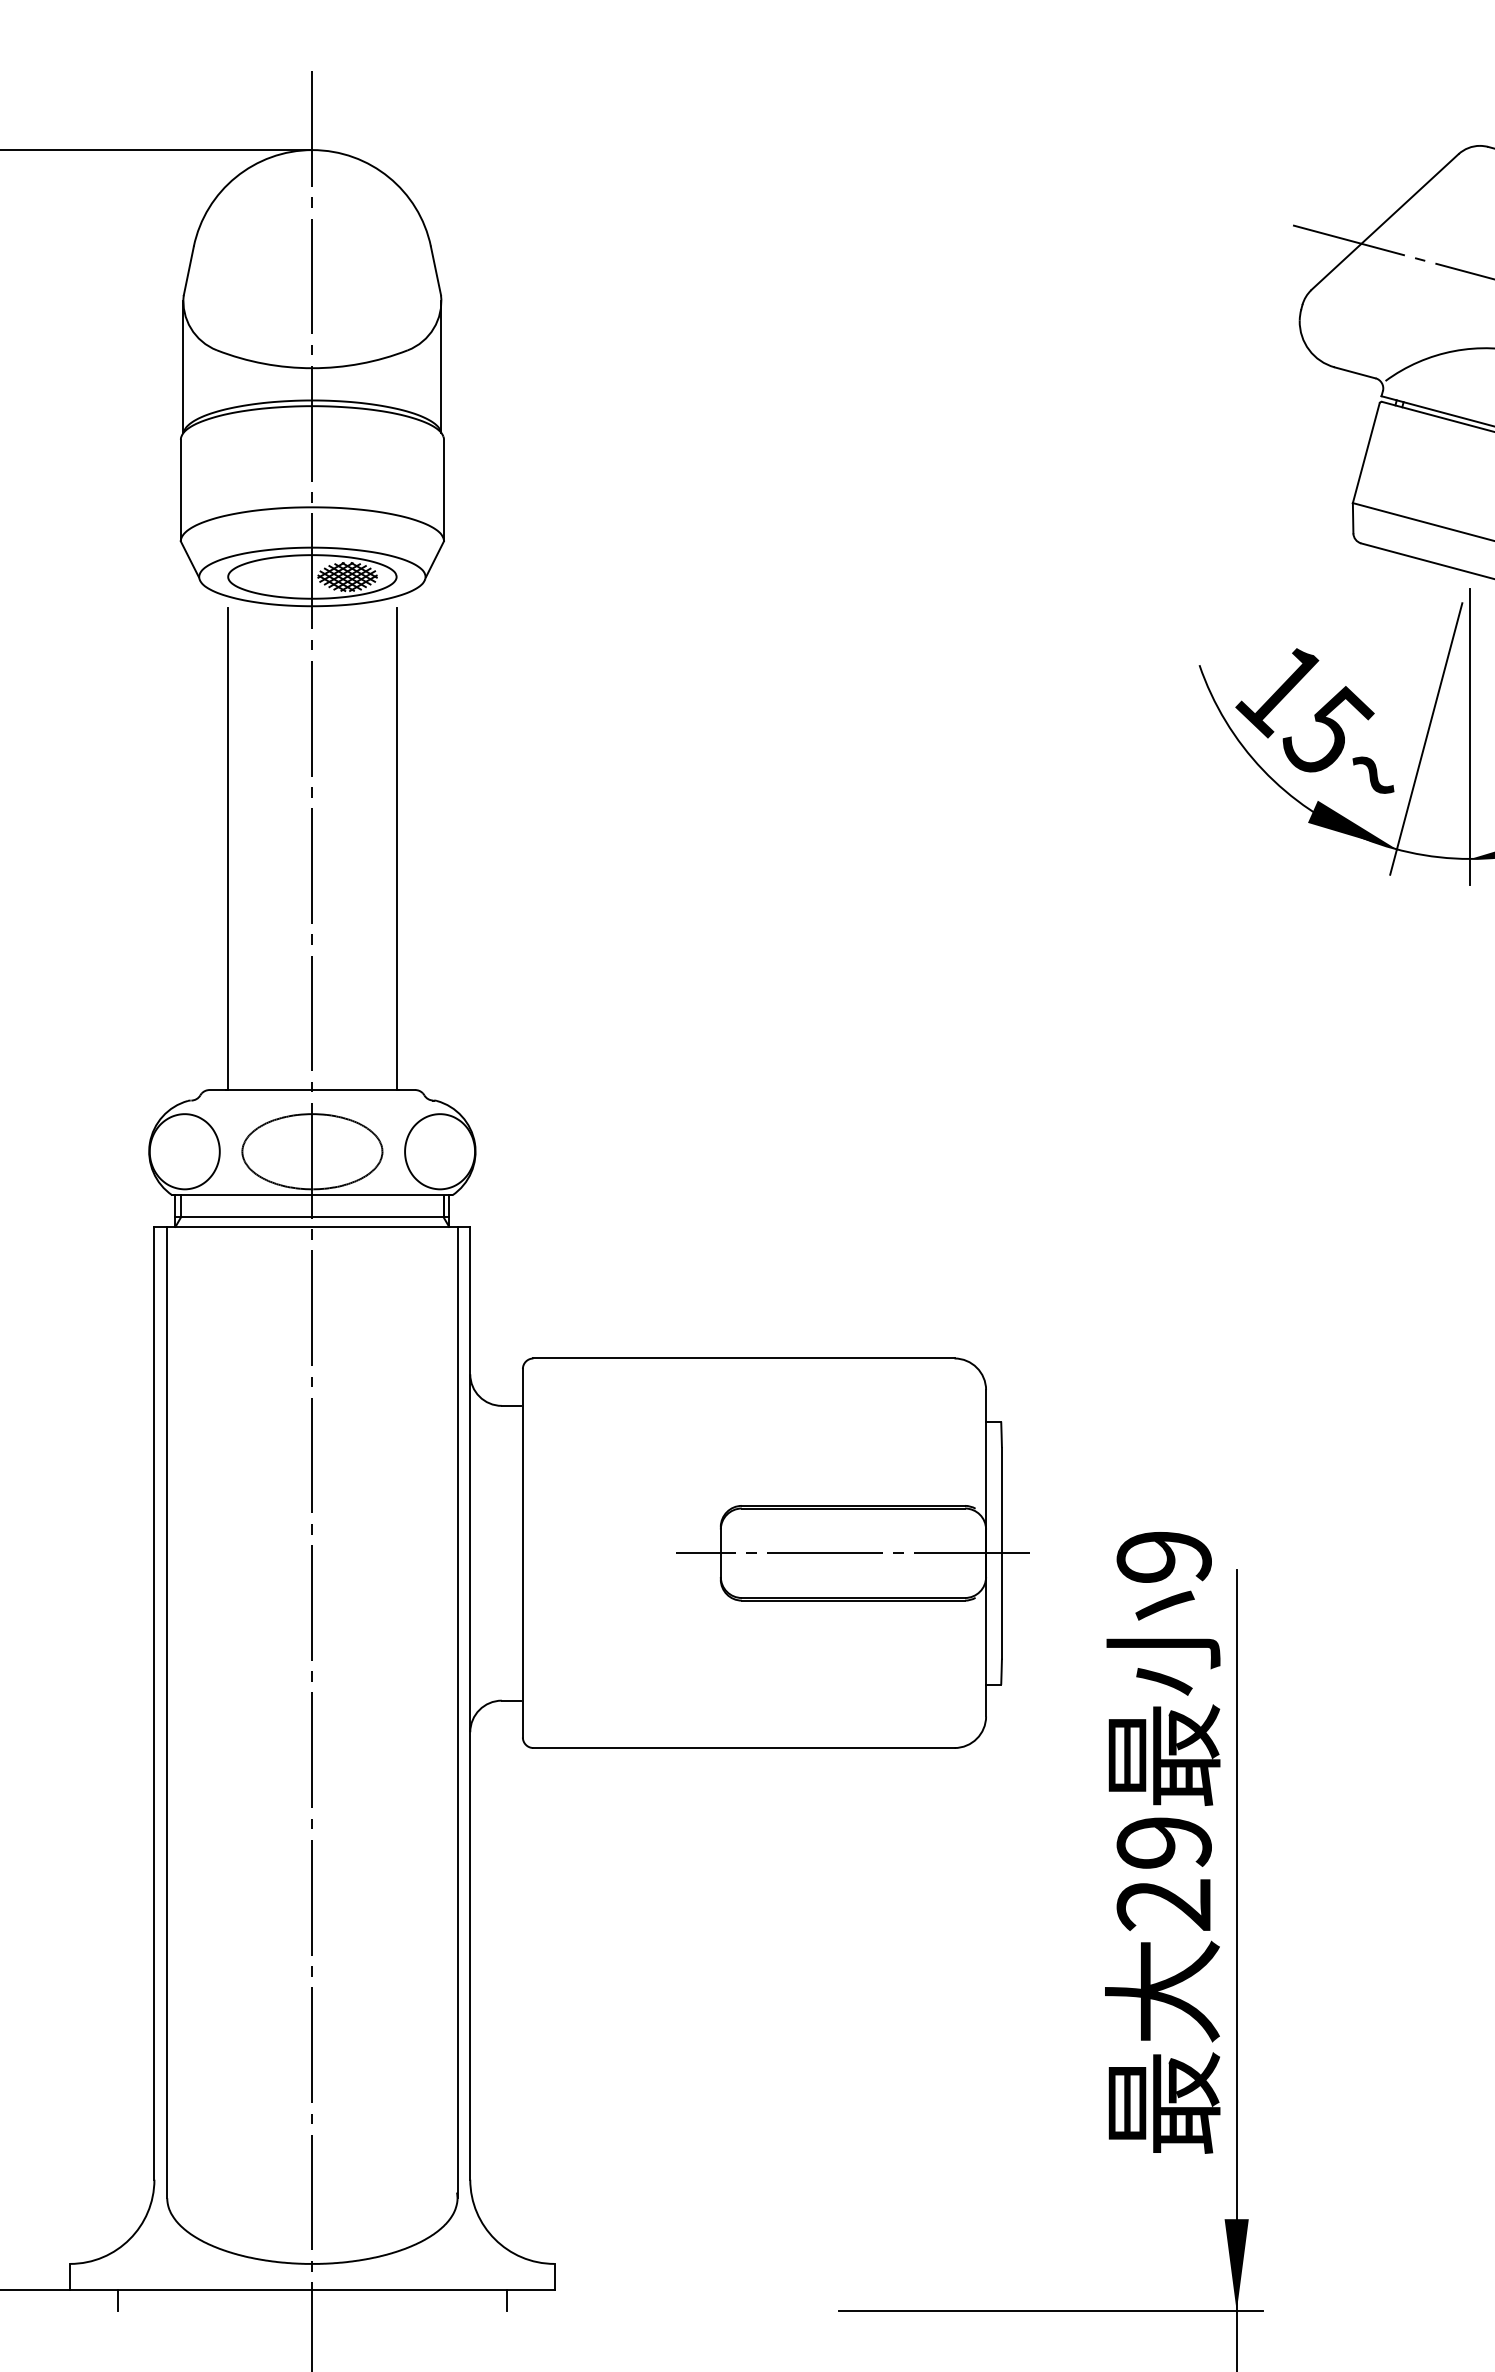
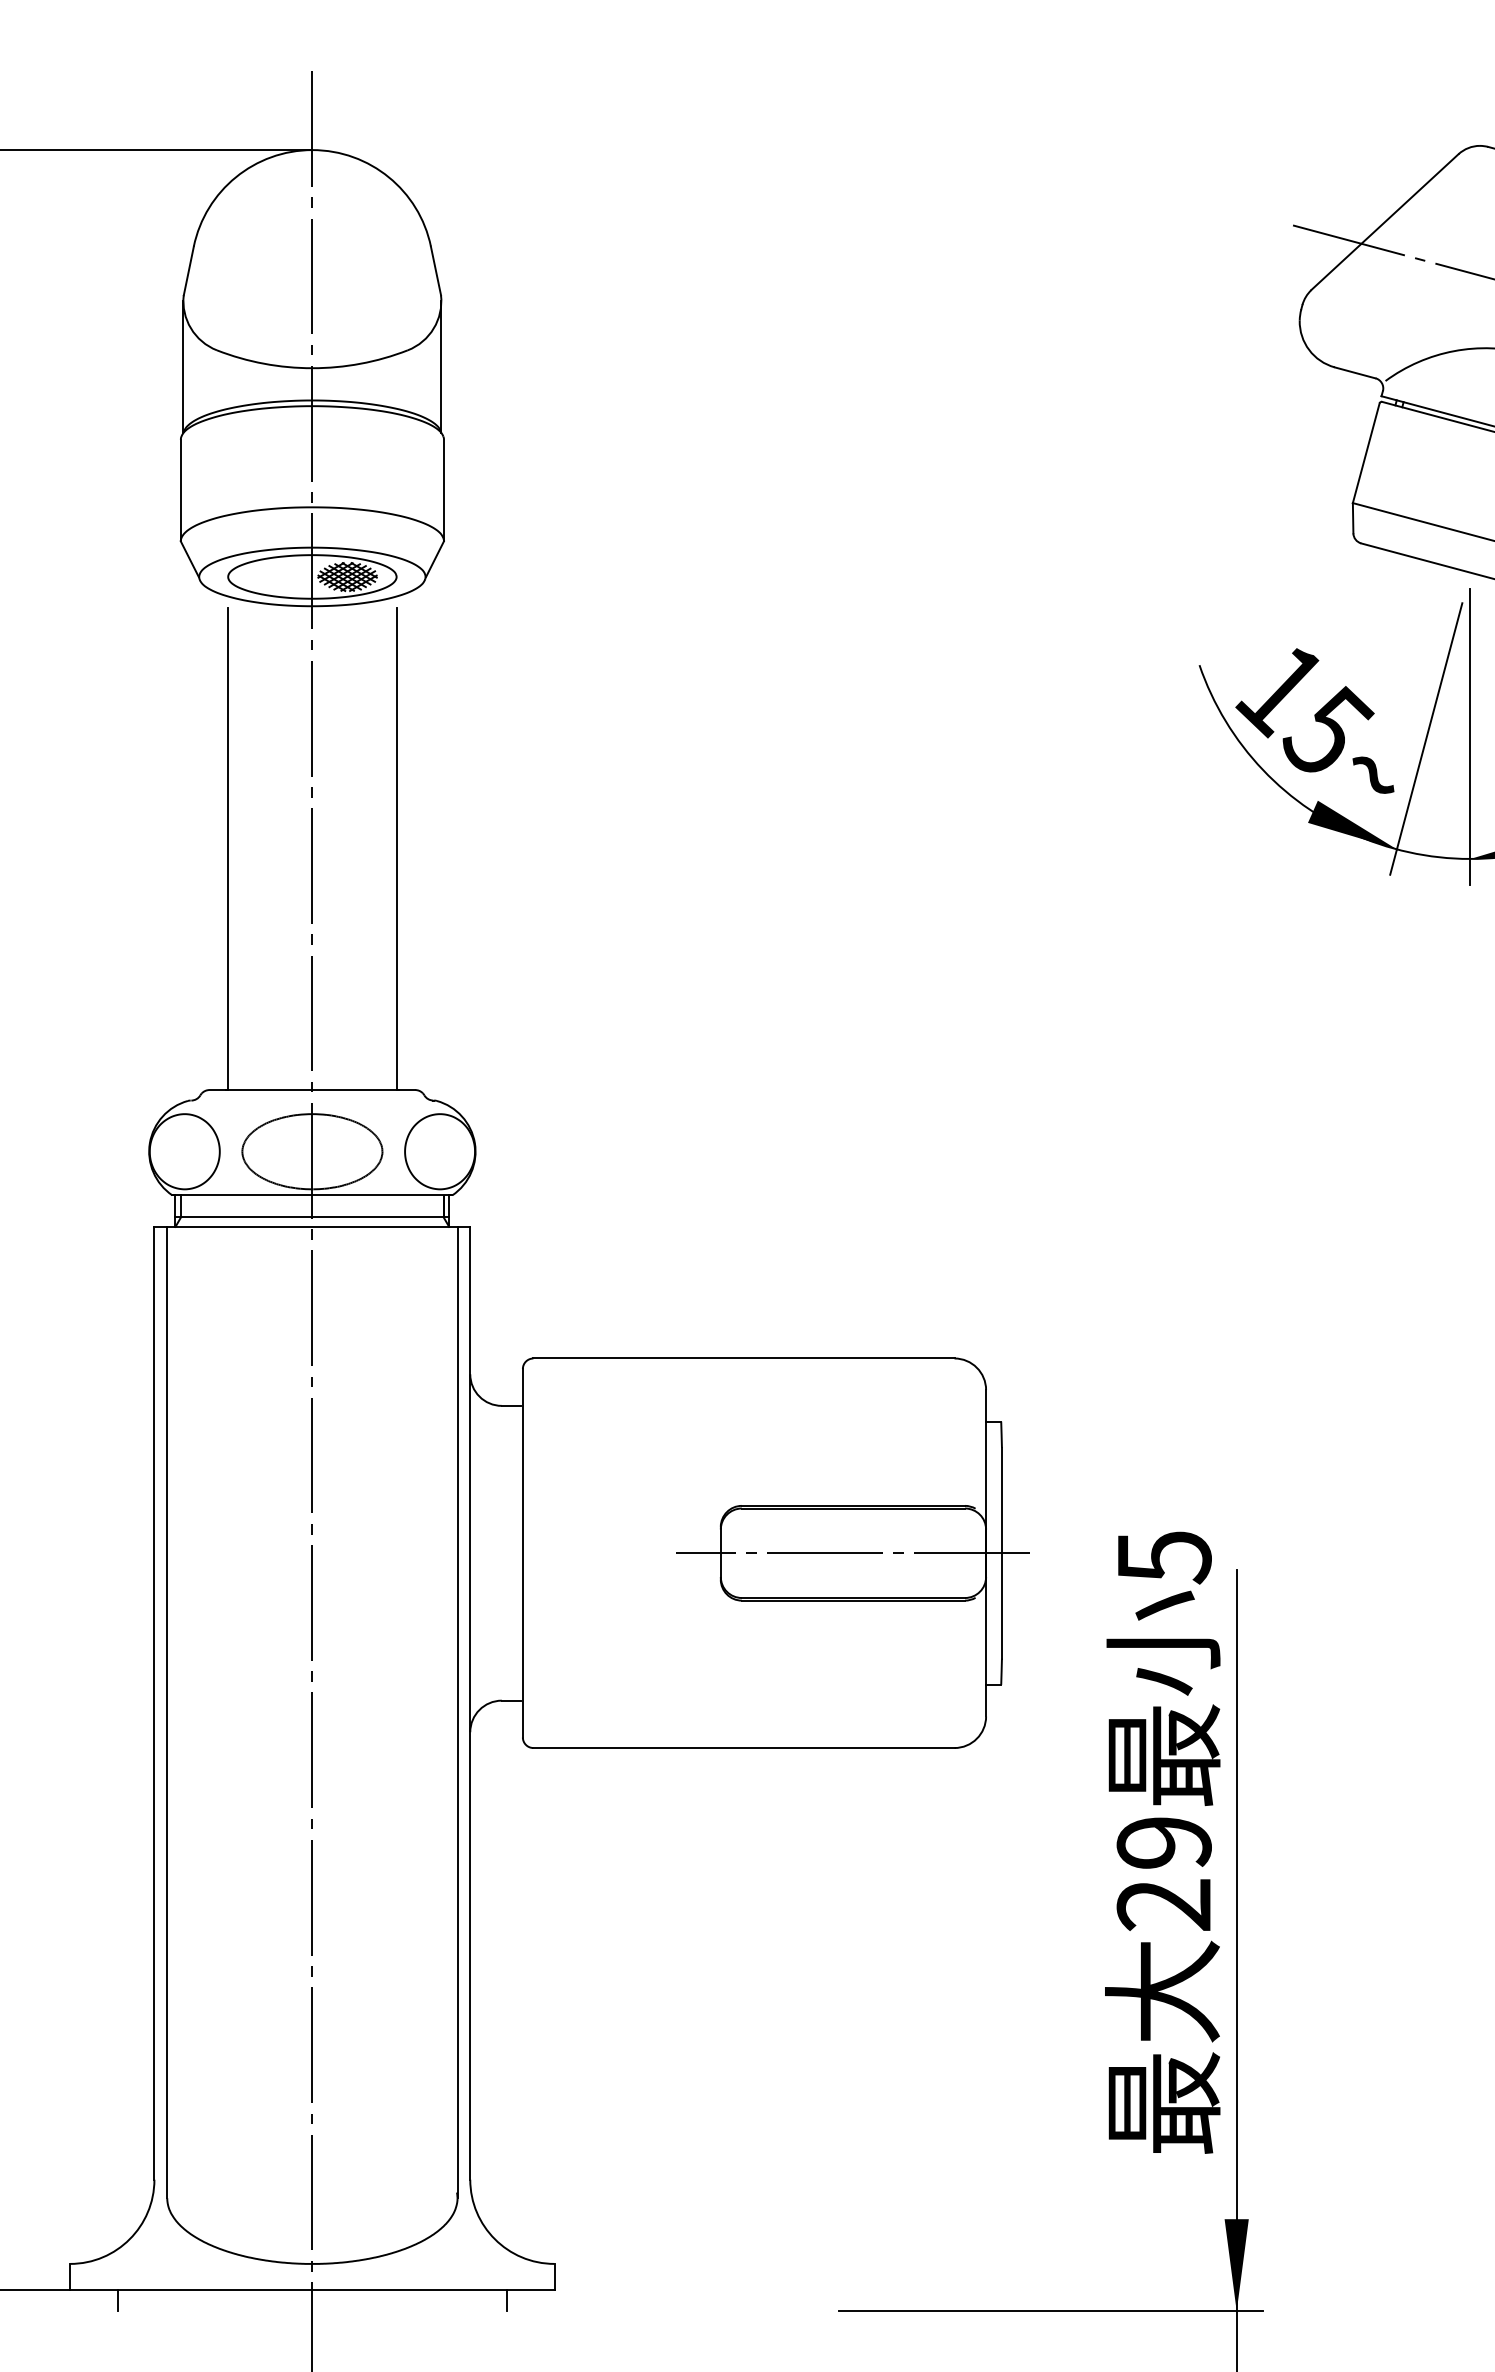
text at (1163, 1557): 9 -> 5
